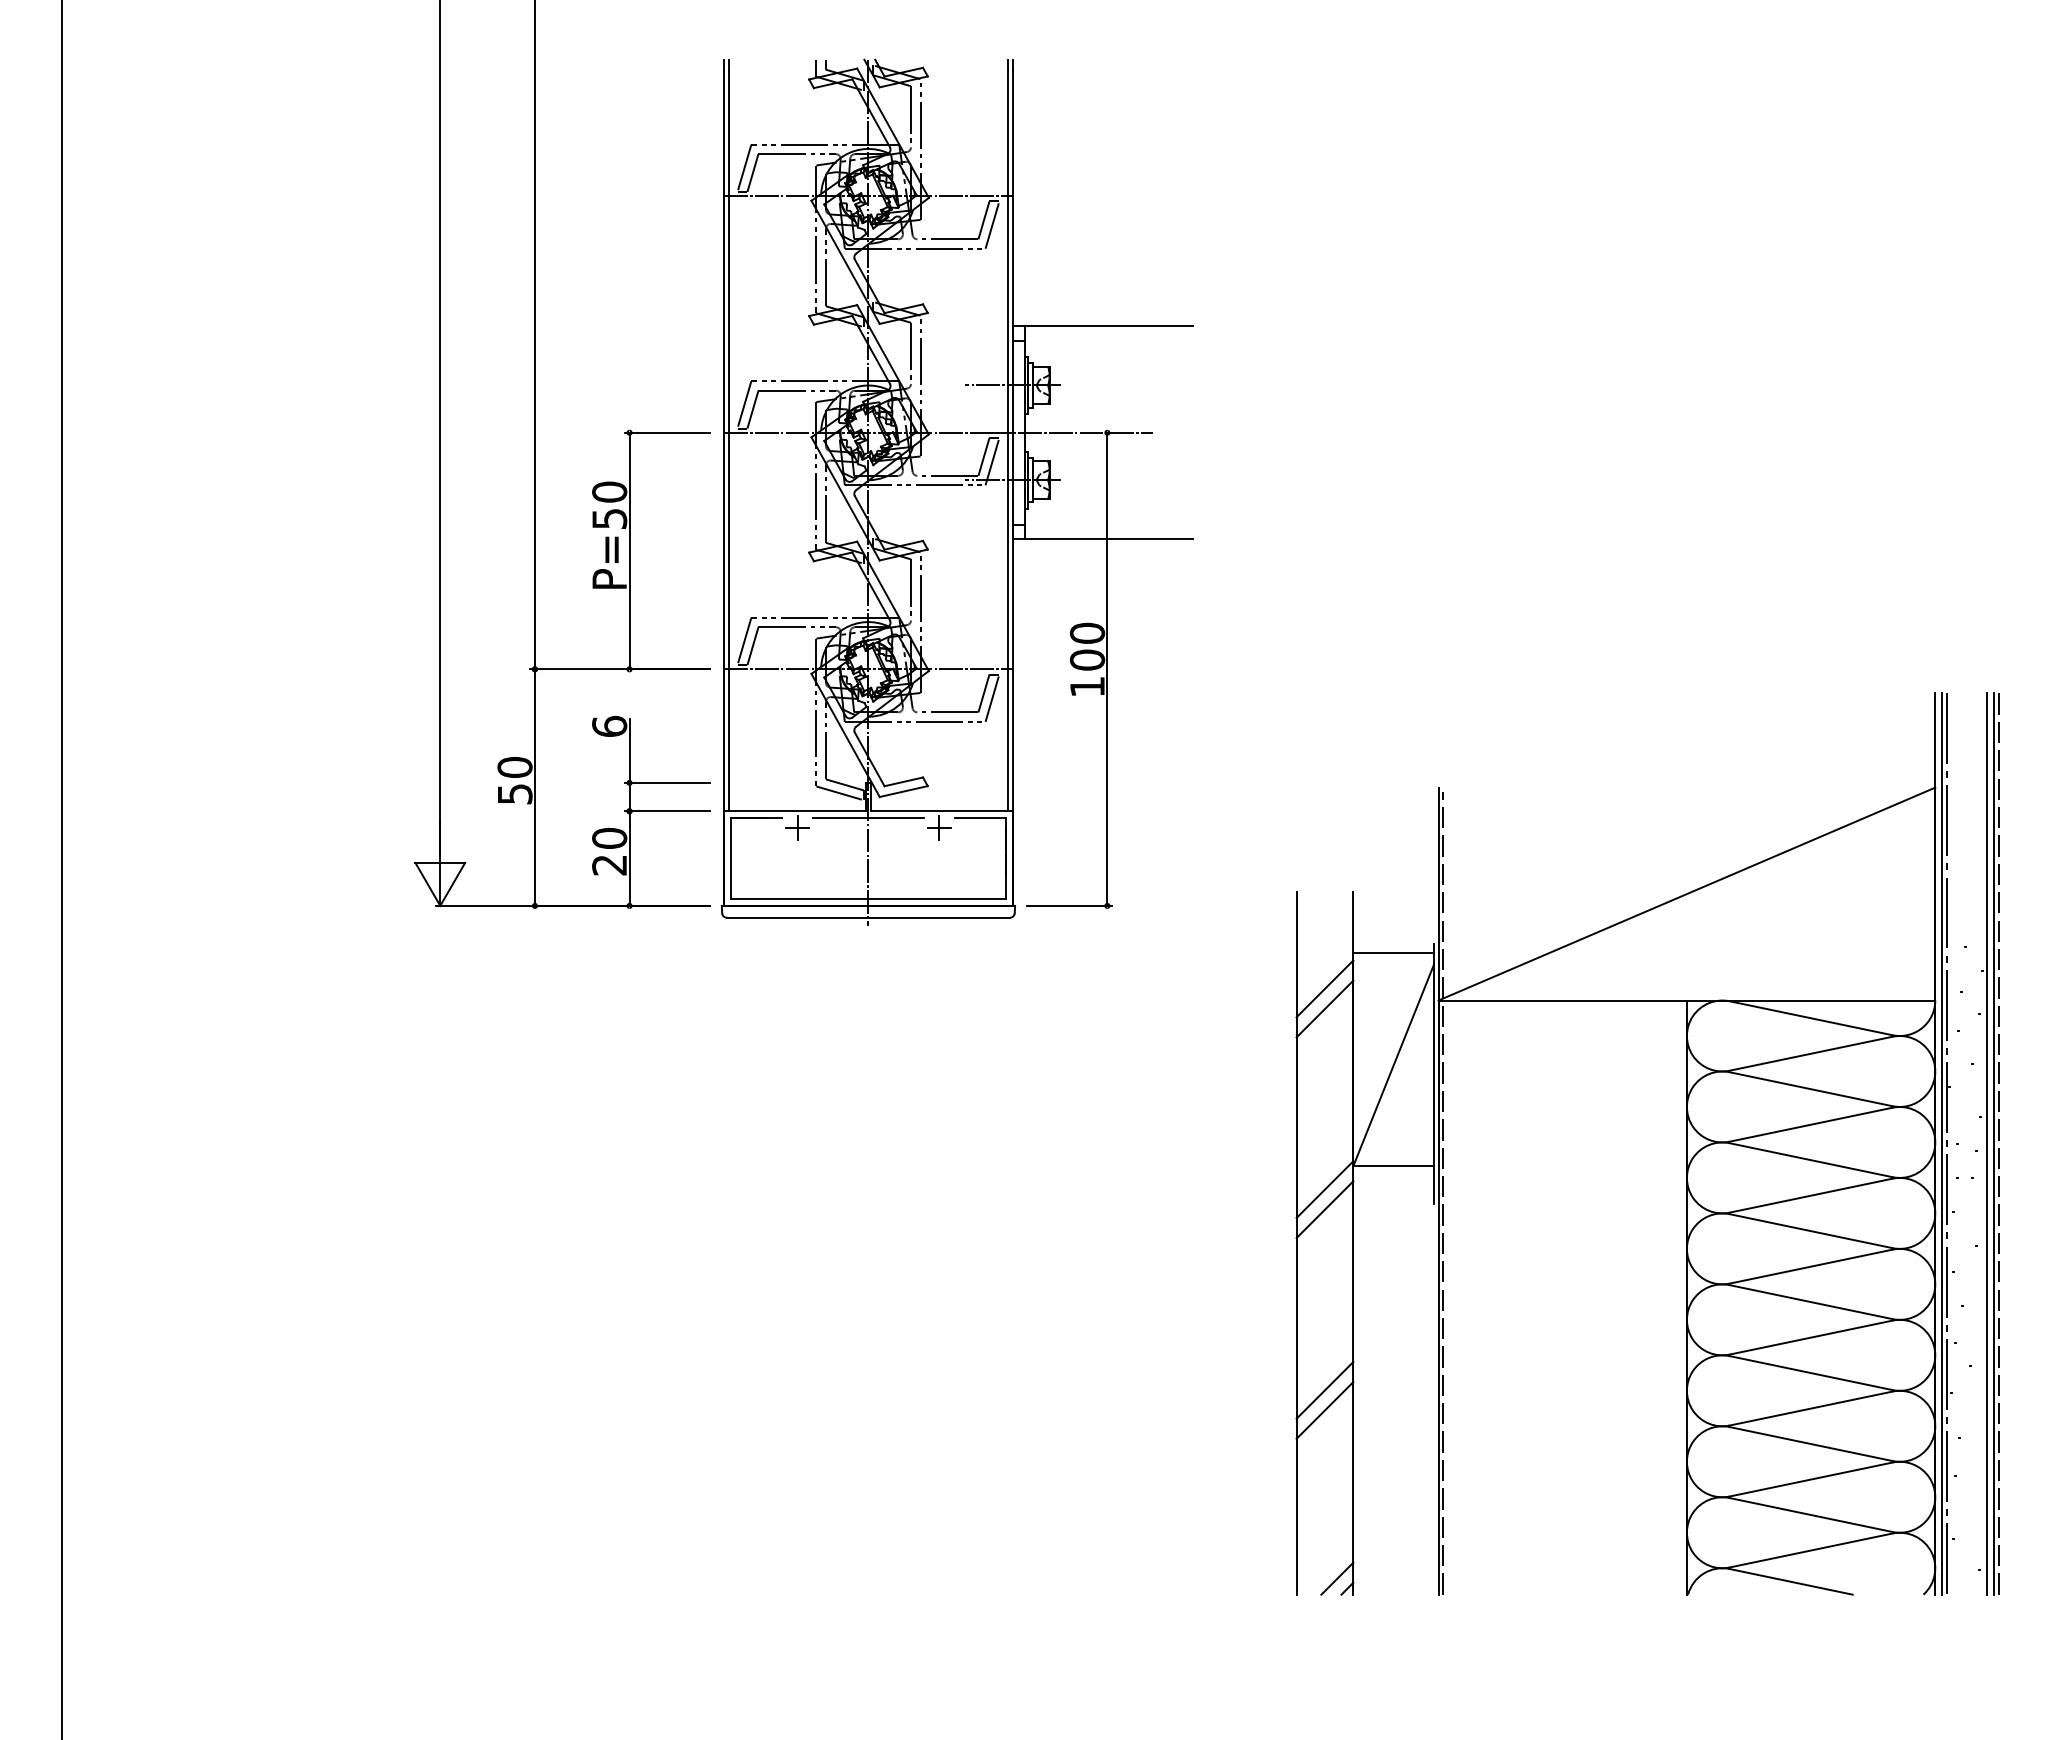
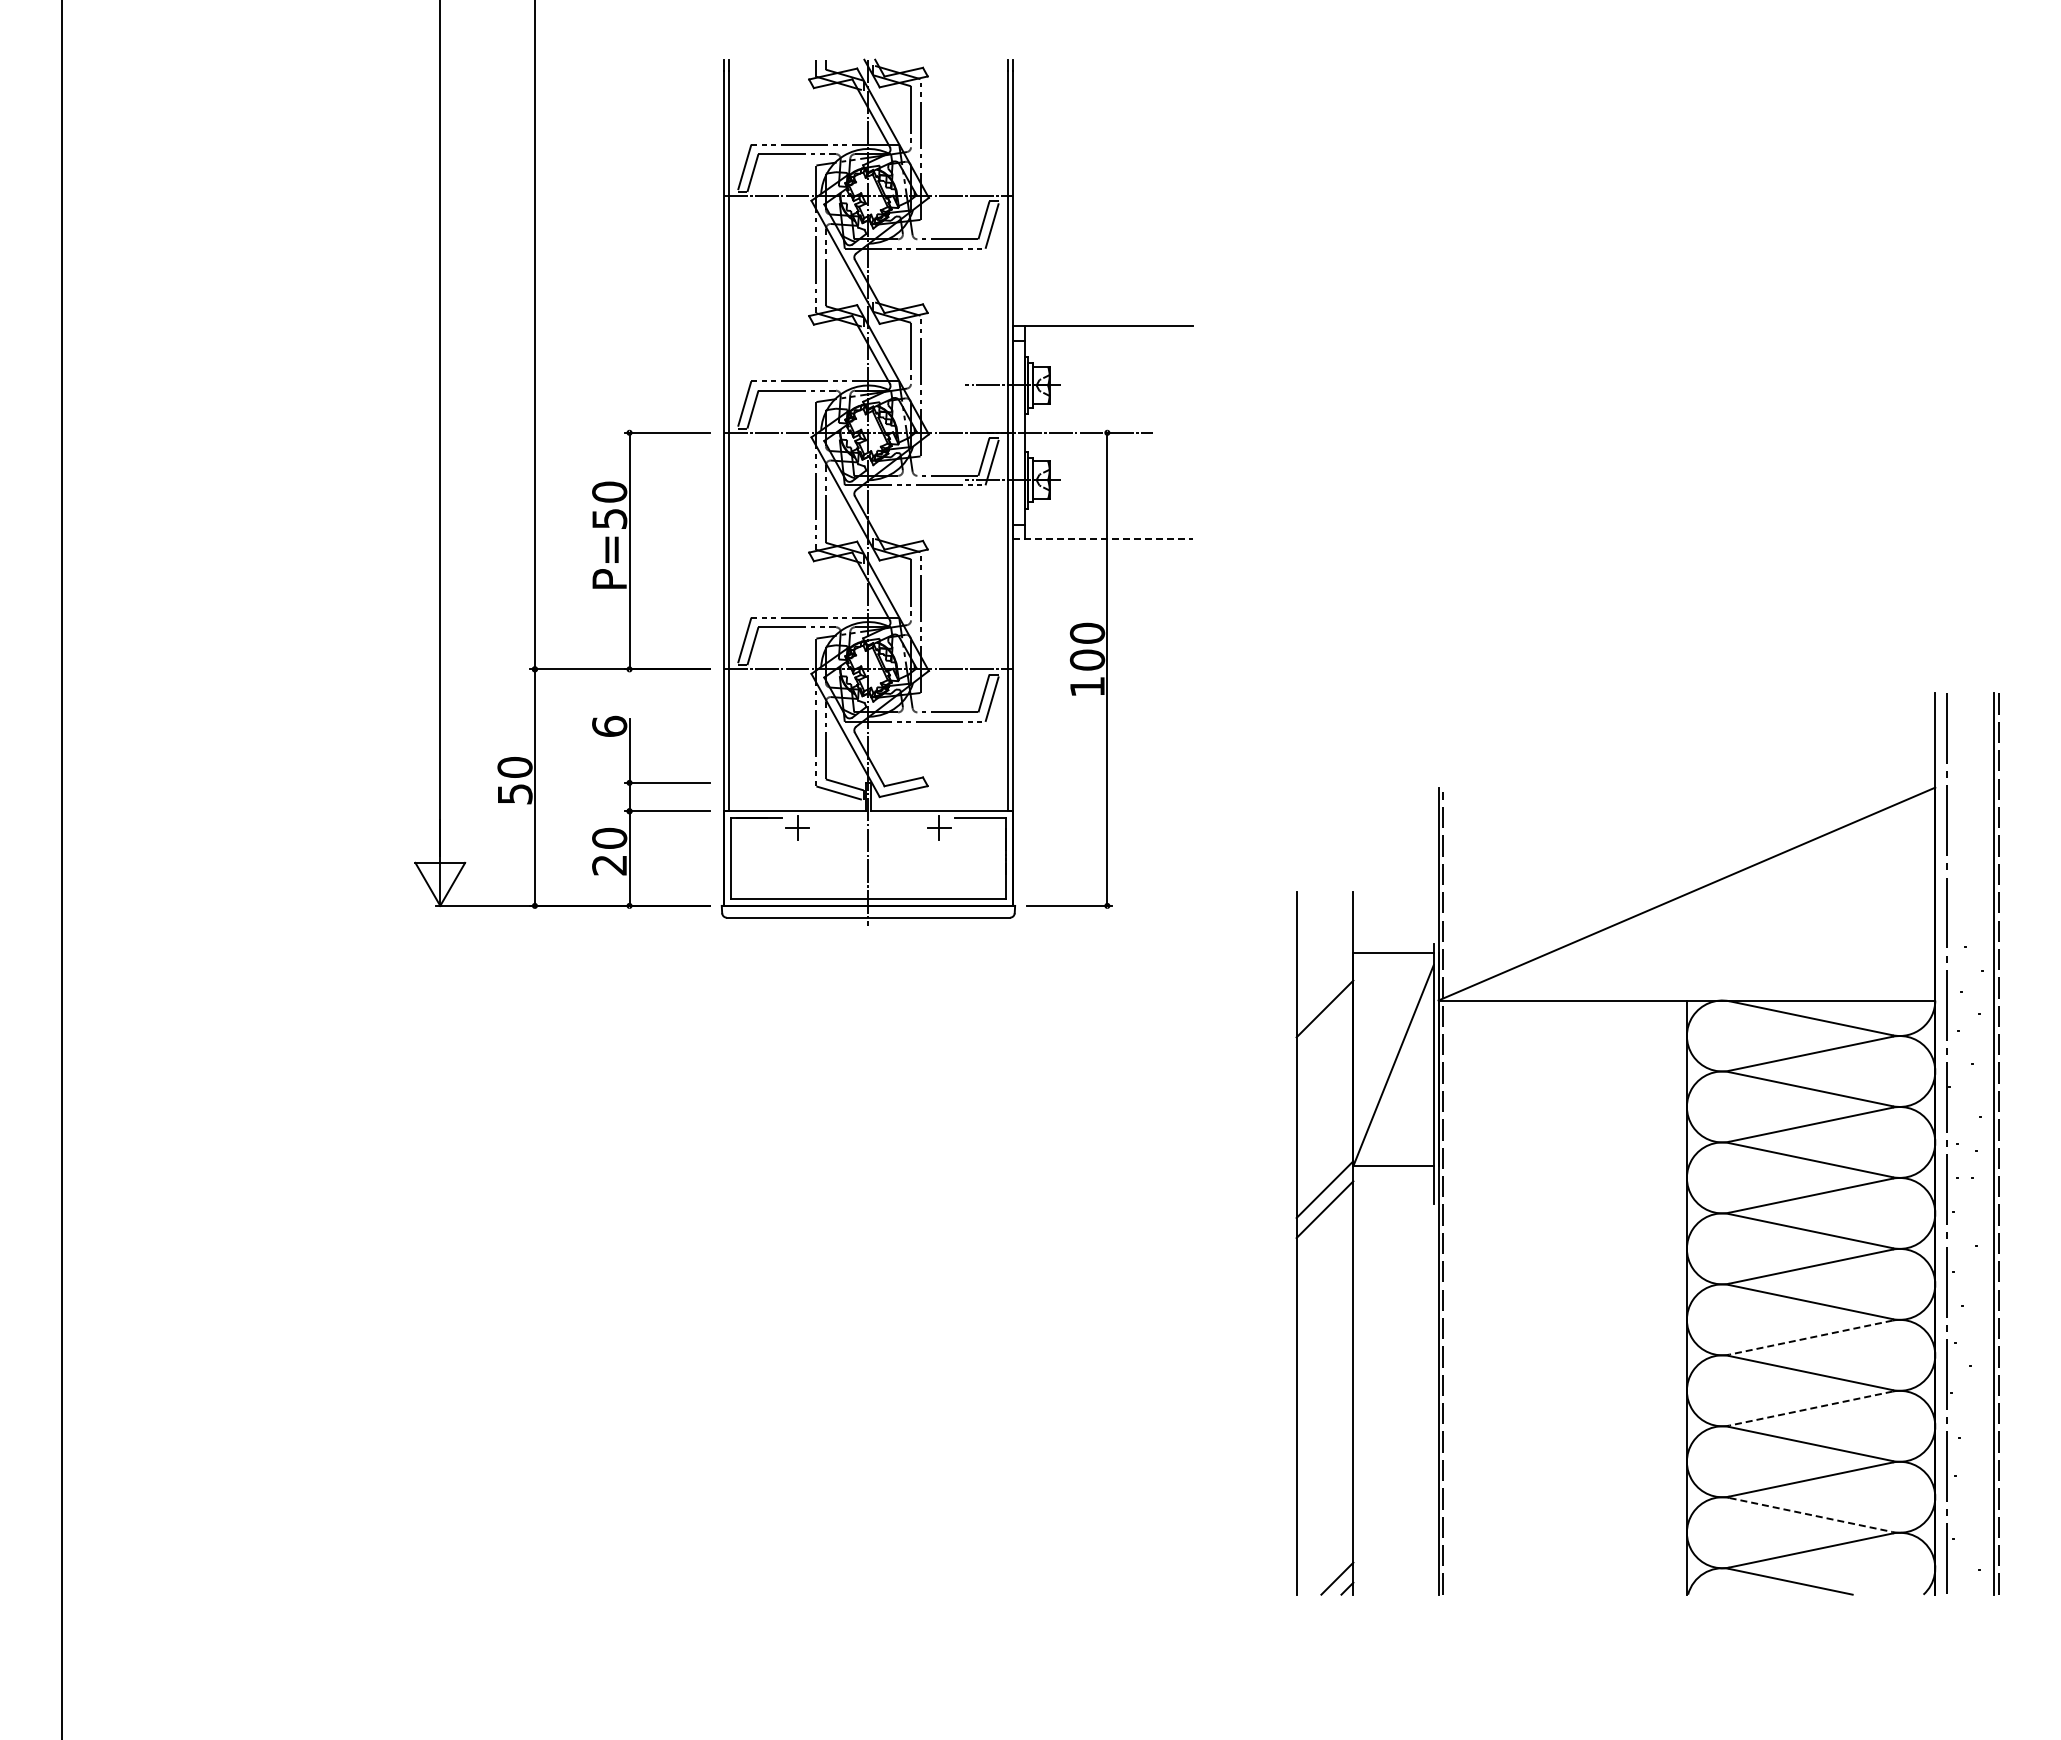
line at (1102, 539): solid -> dashed
line at (868, 817): present -> none
line at (1324, 988): present -> none
line at (1942, 1143): present -> none
line at (1987, 1143): present -> none
line at (1810, 1337): solid -> dashed
line at (1324, 1389): present -> none
line at (1810, 1408): solid -> dashed
line at (1324, 1410): present -> none
line at (1811, 1515): solid -> dashed
